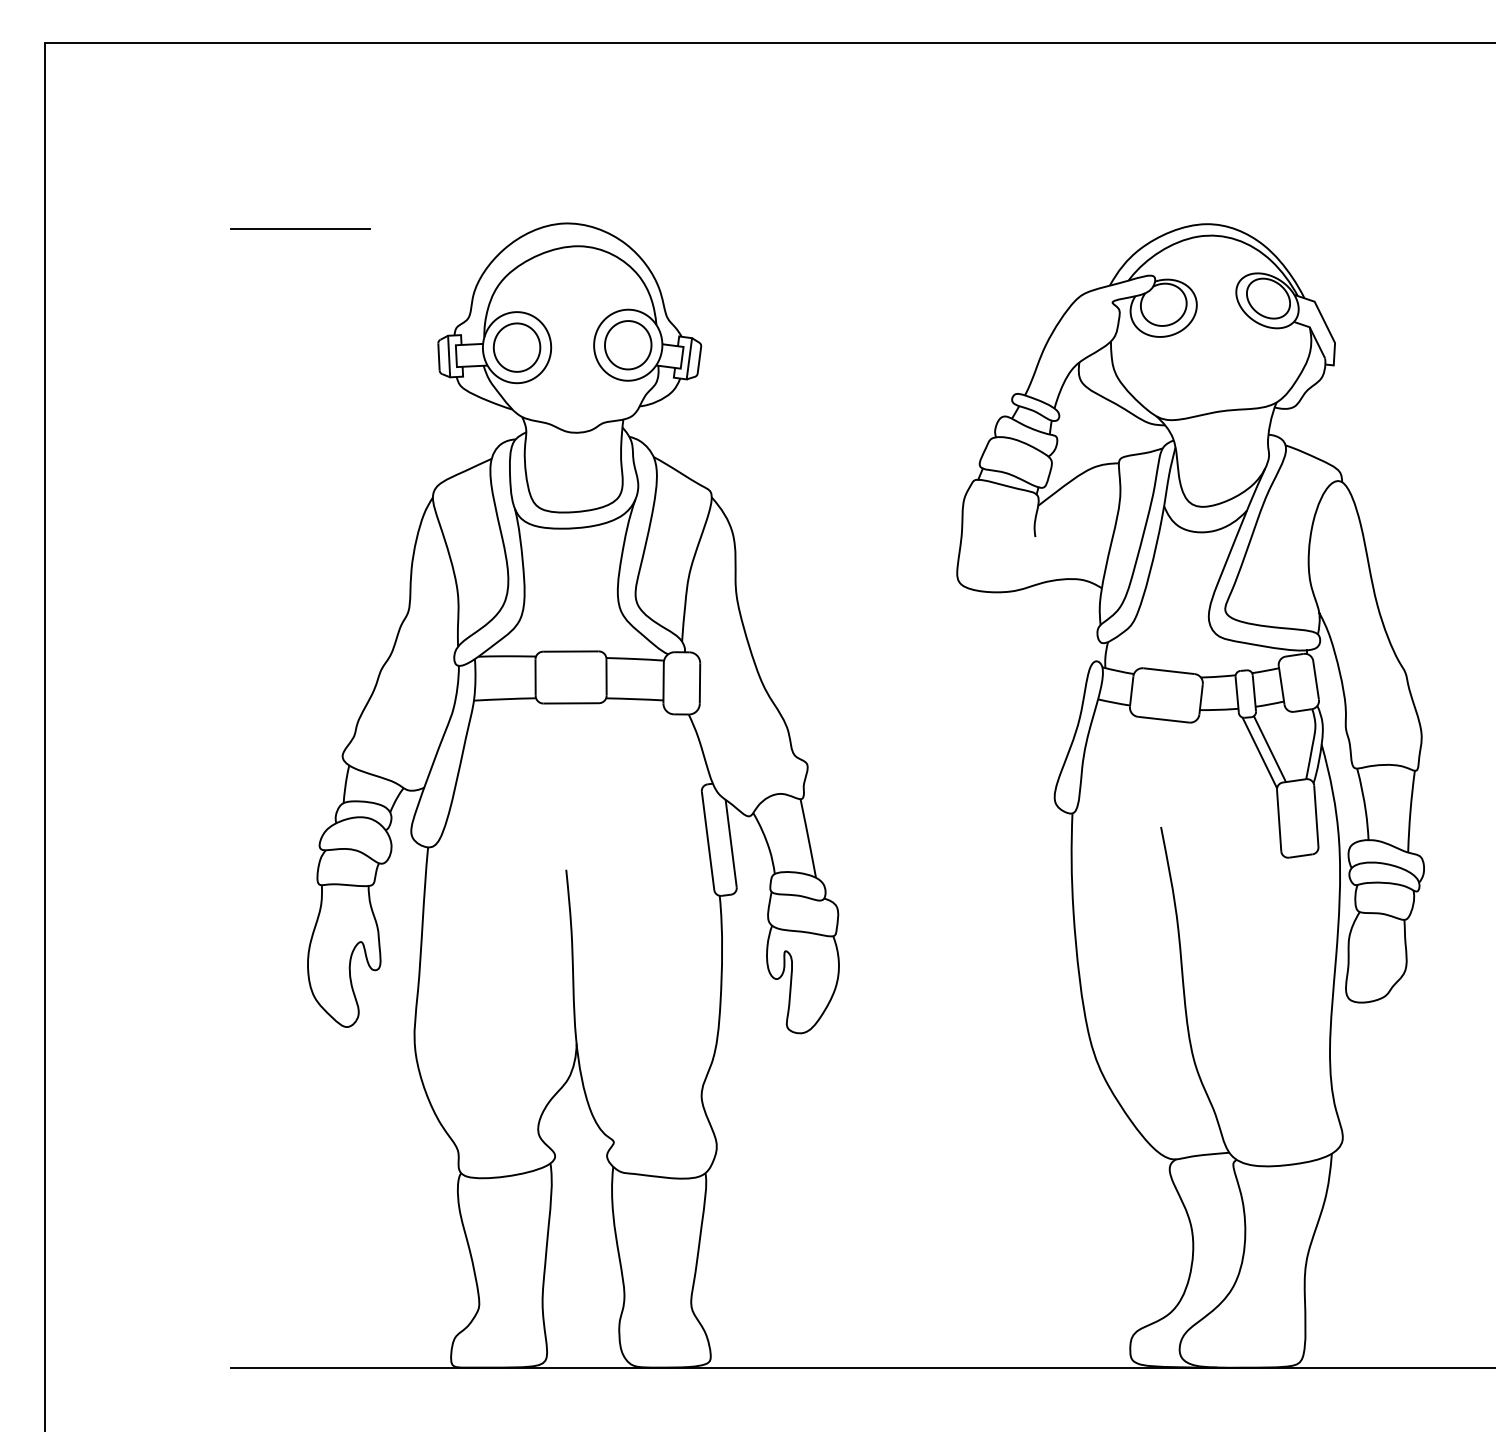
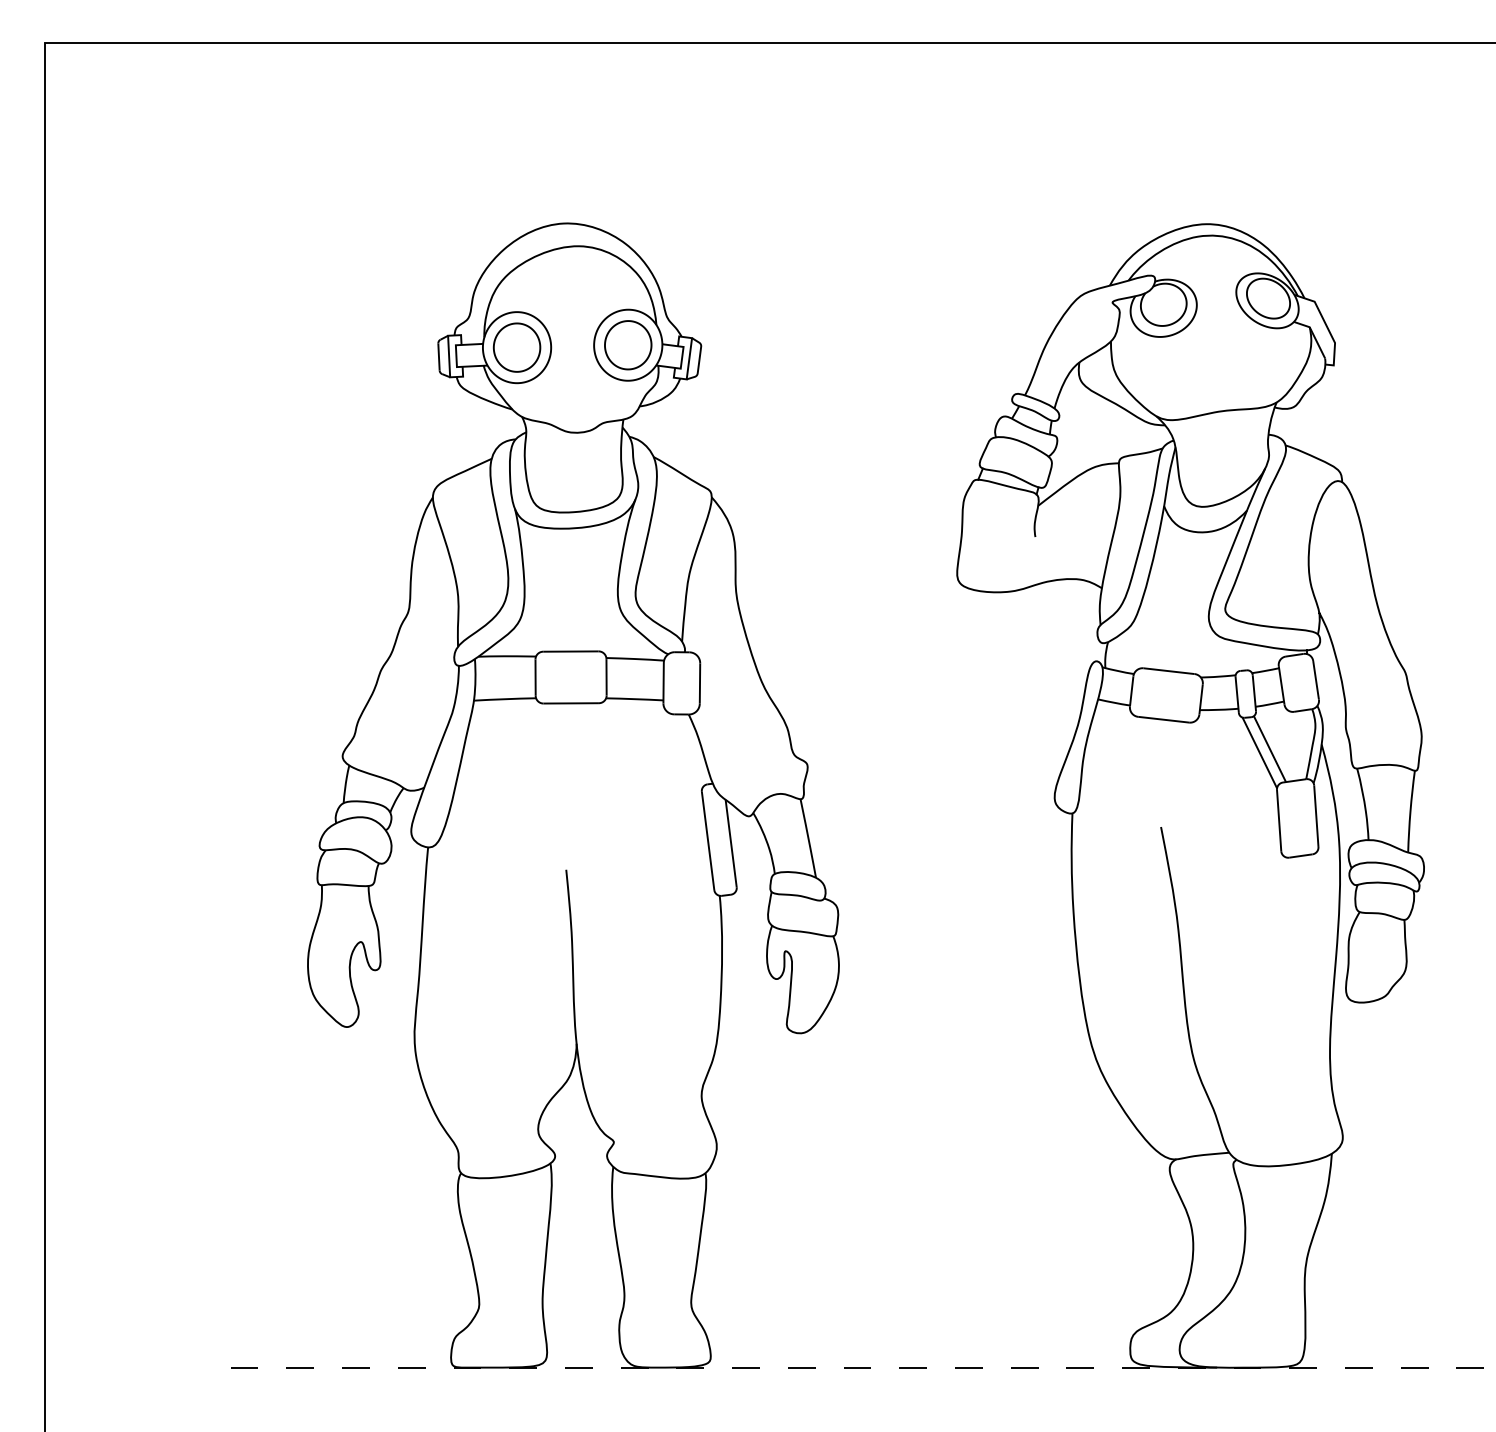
line at (299, 228): present -> none
line at (863, 1367): solid -> dashed
